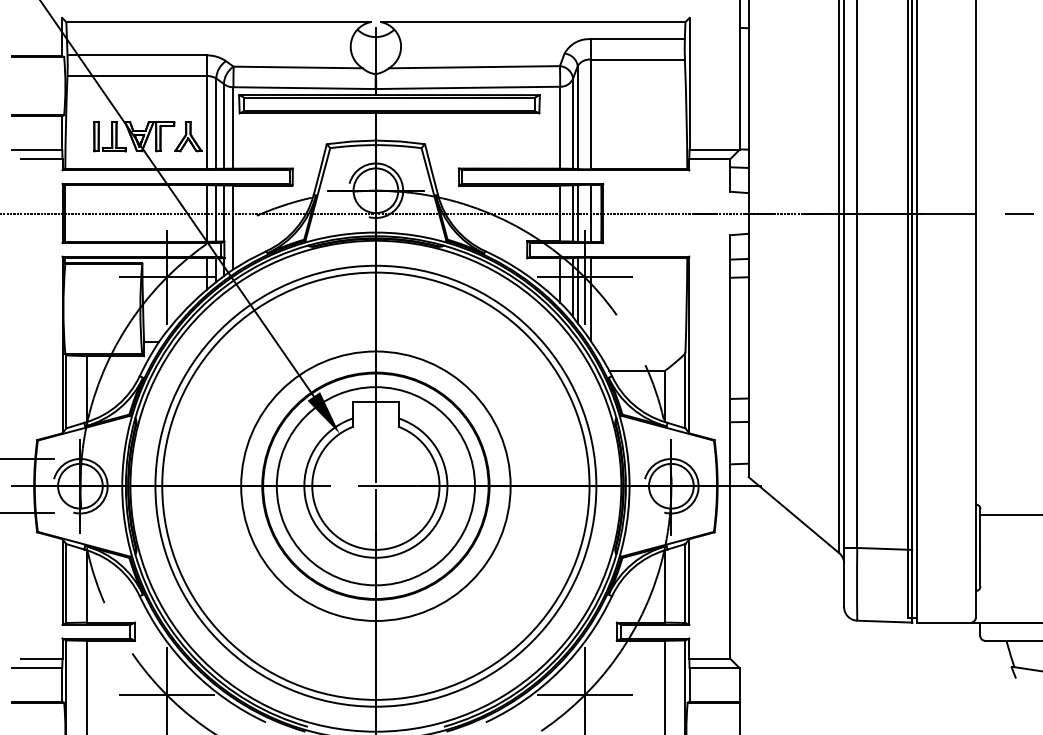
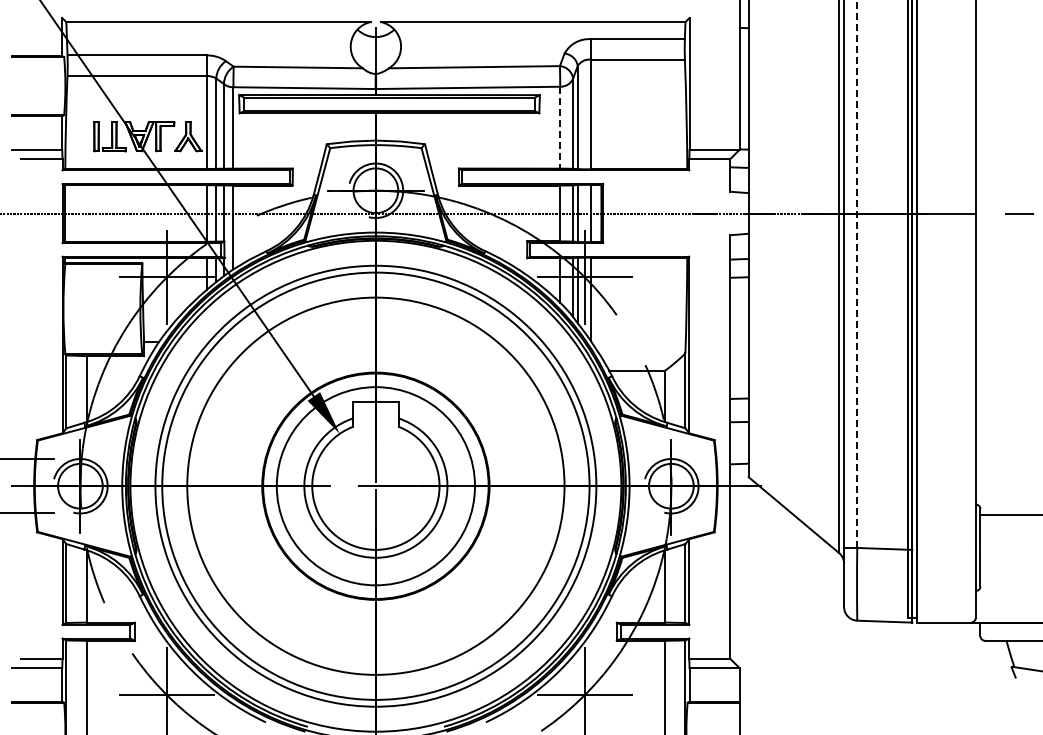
line at (560, 127): solid -> dashed
line at (857, 274): solid -> dashed
circle at (375, 485) diameter: 269 px -> 377 px
